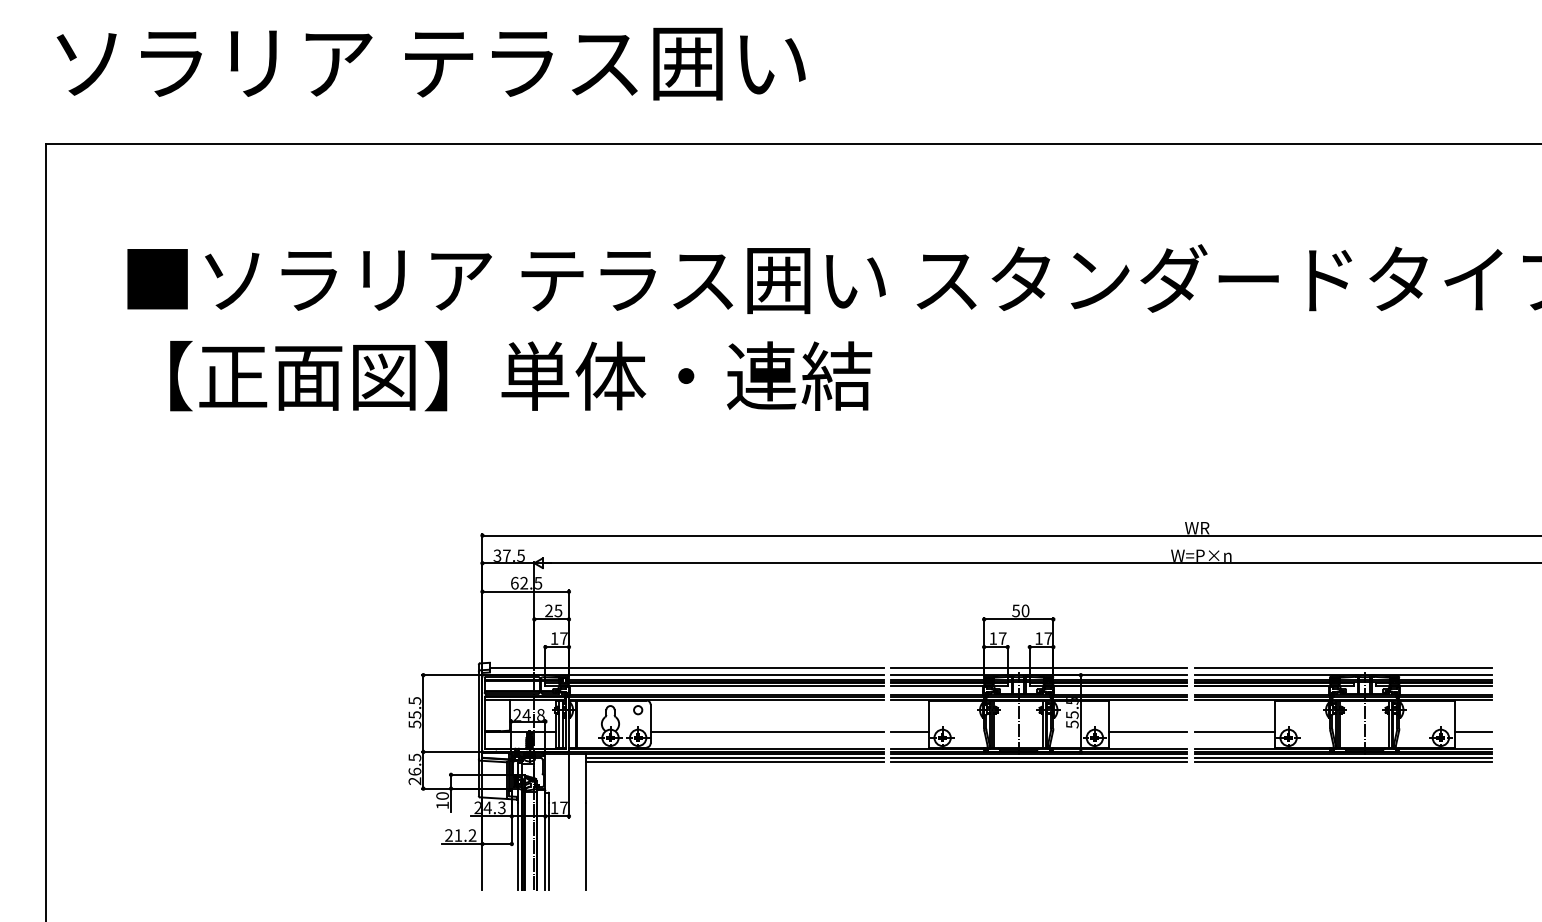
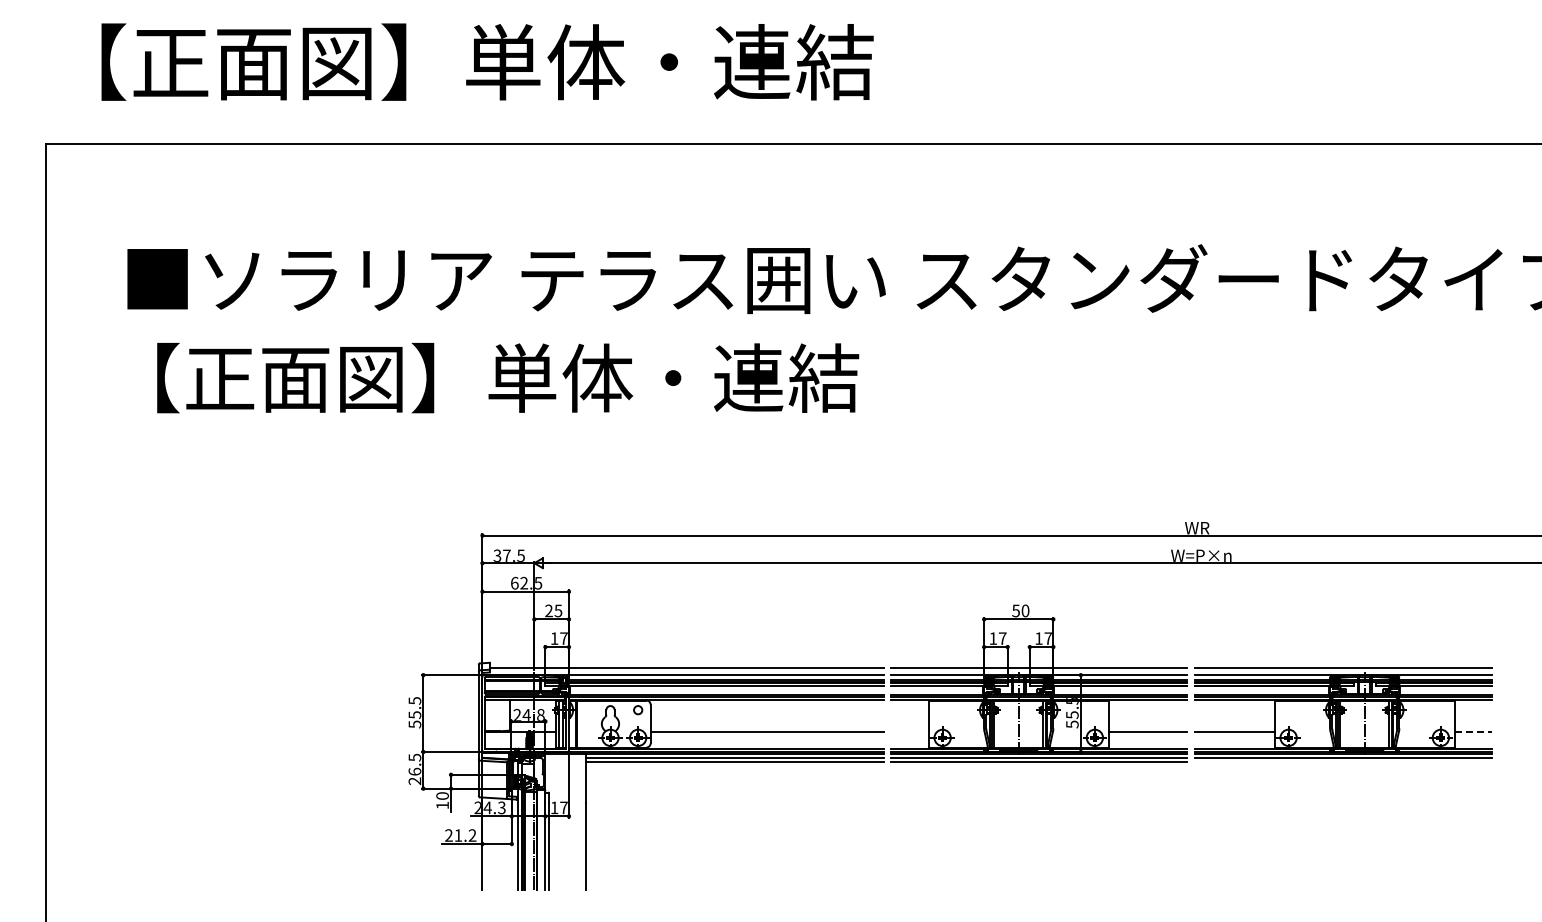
text at (464, 61): ソラリア テラス囲い -> 【正面図】単体・連結
text at (521, 376) position: (521, 376) -> (508, 378)
line at (909, 732): present -> none
line at (1473, 732): solid -> dashed
line at (1343, 762): present -> none
